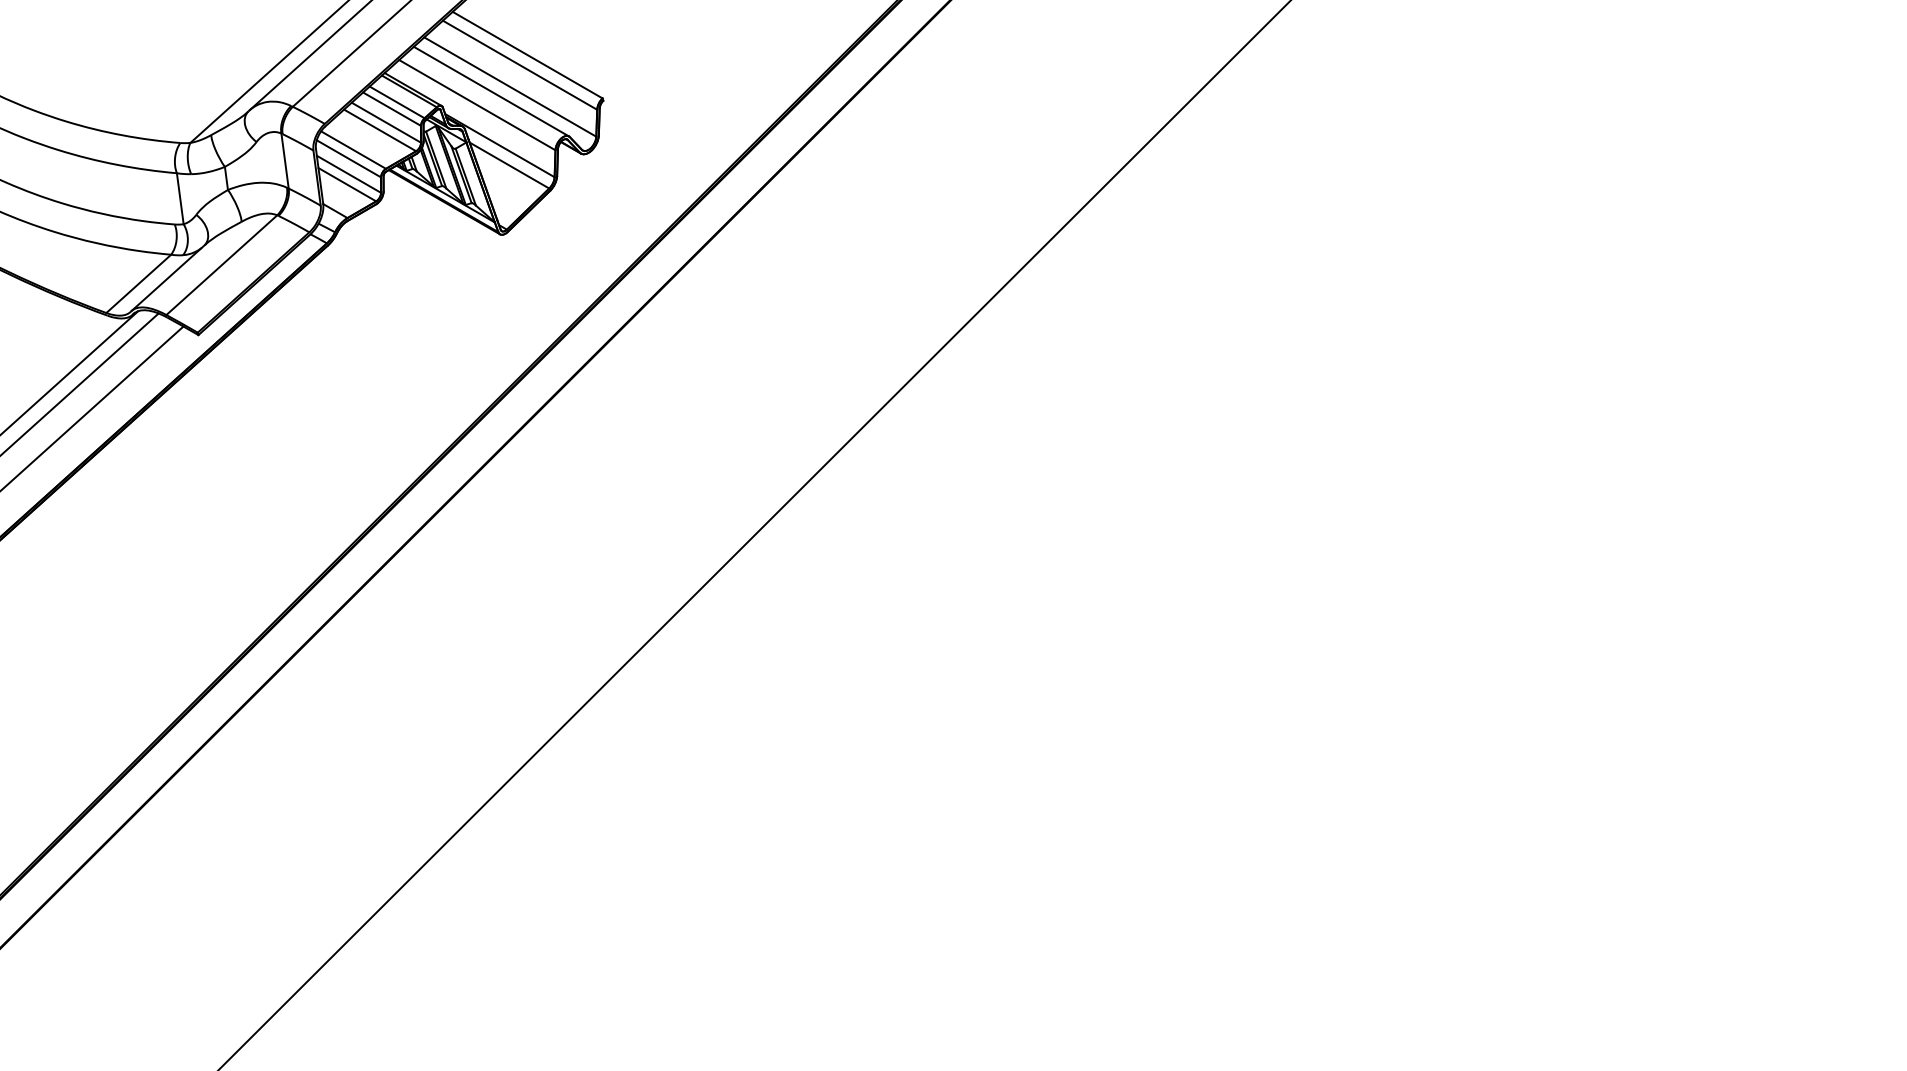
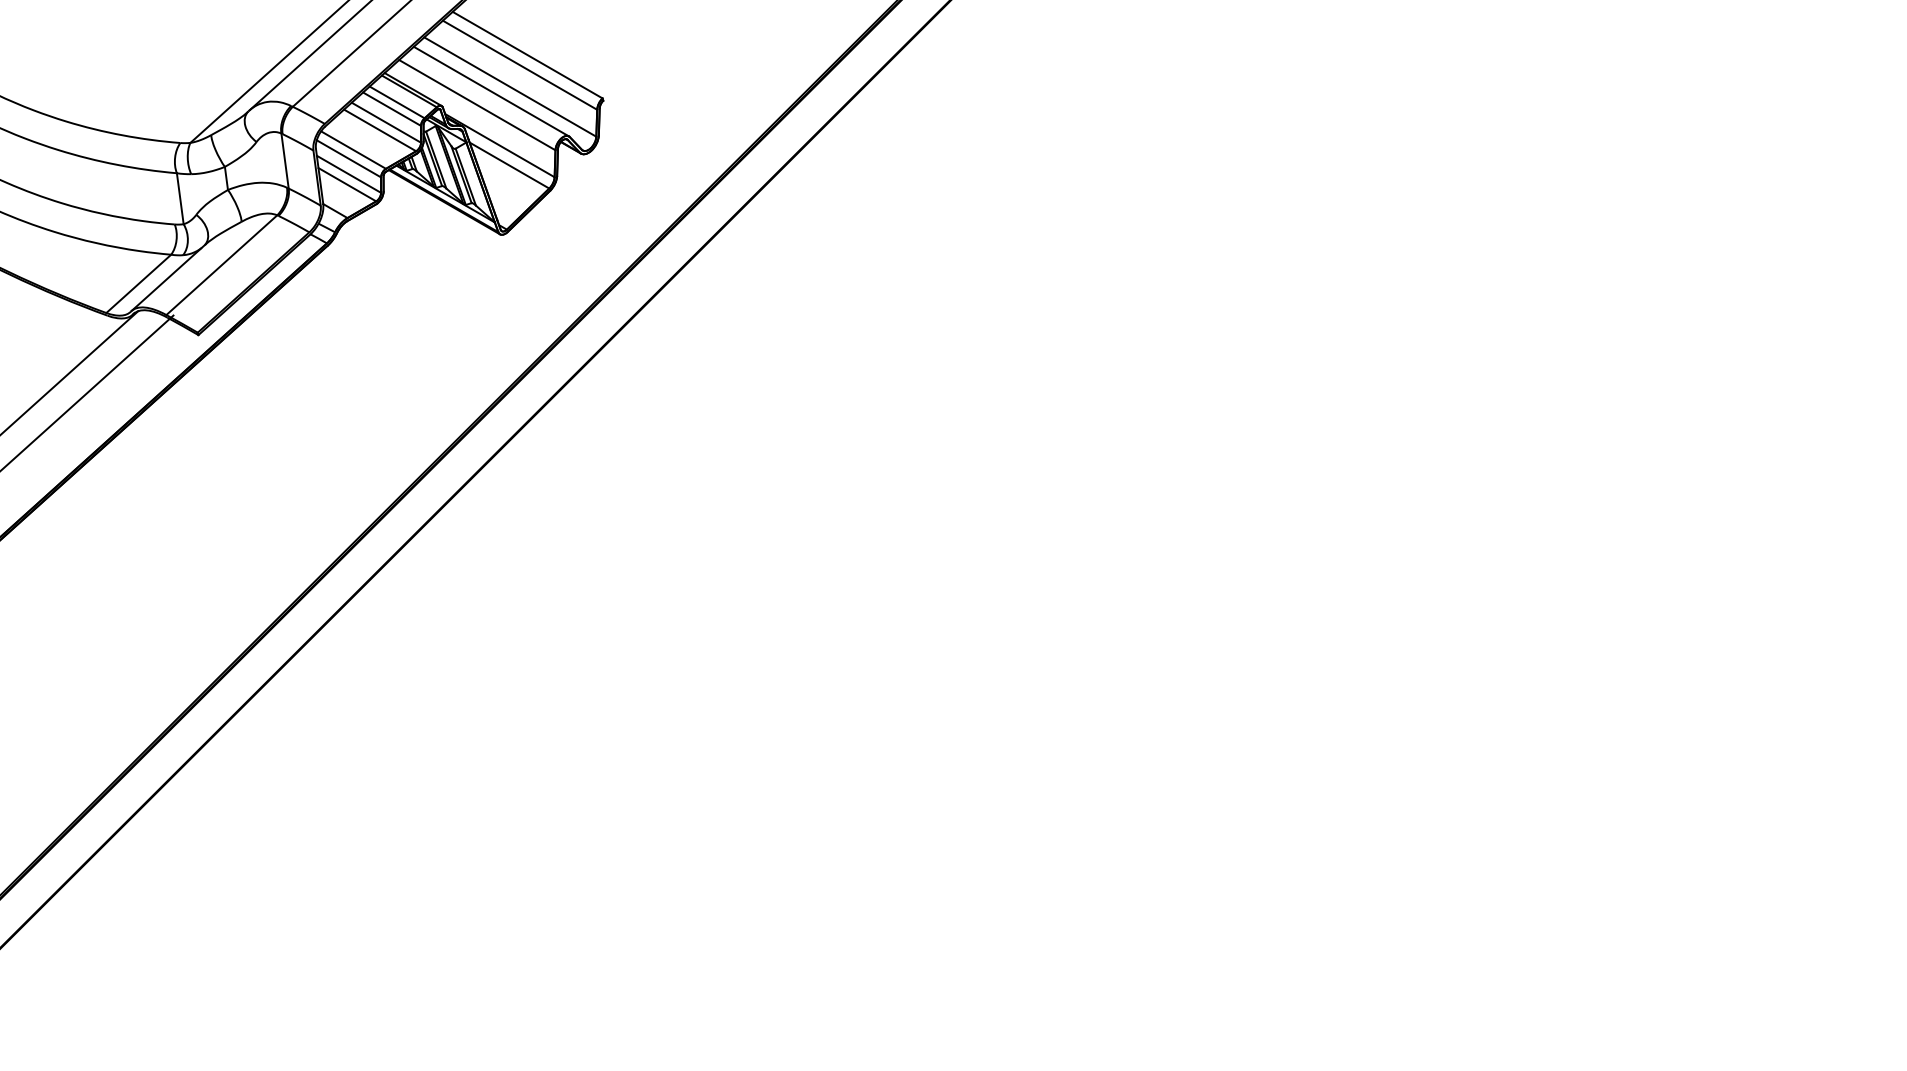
line at (80, 383): present -> none
line at (92, 407) position: (92, 407) -> (87, 392)
line at (755, 534): present -> none
